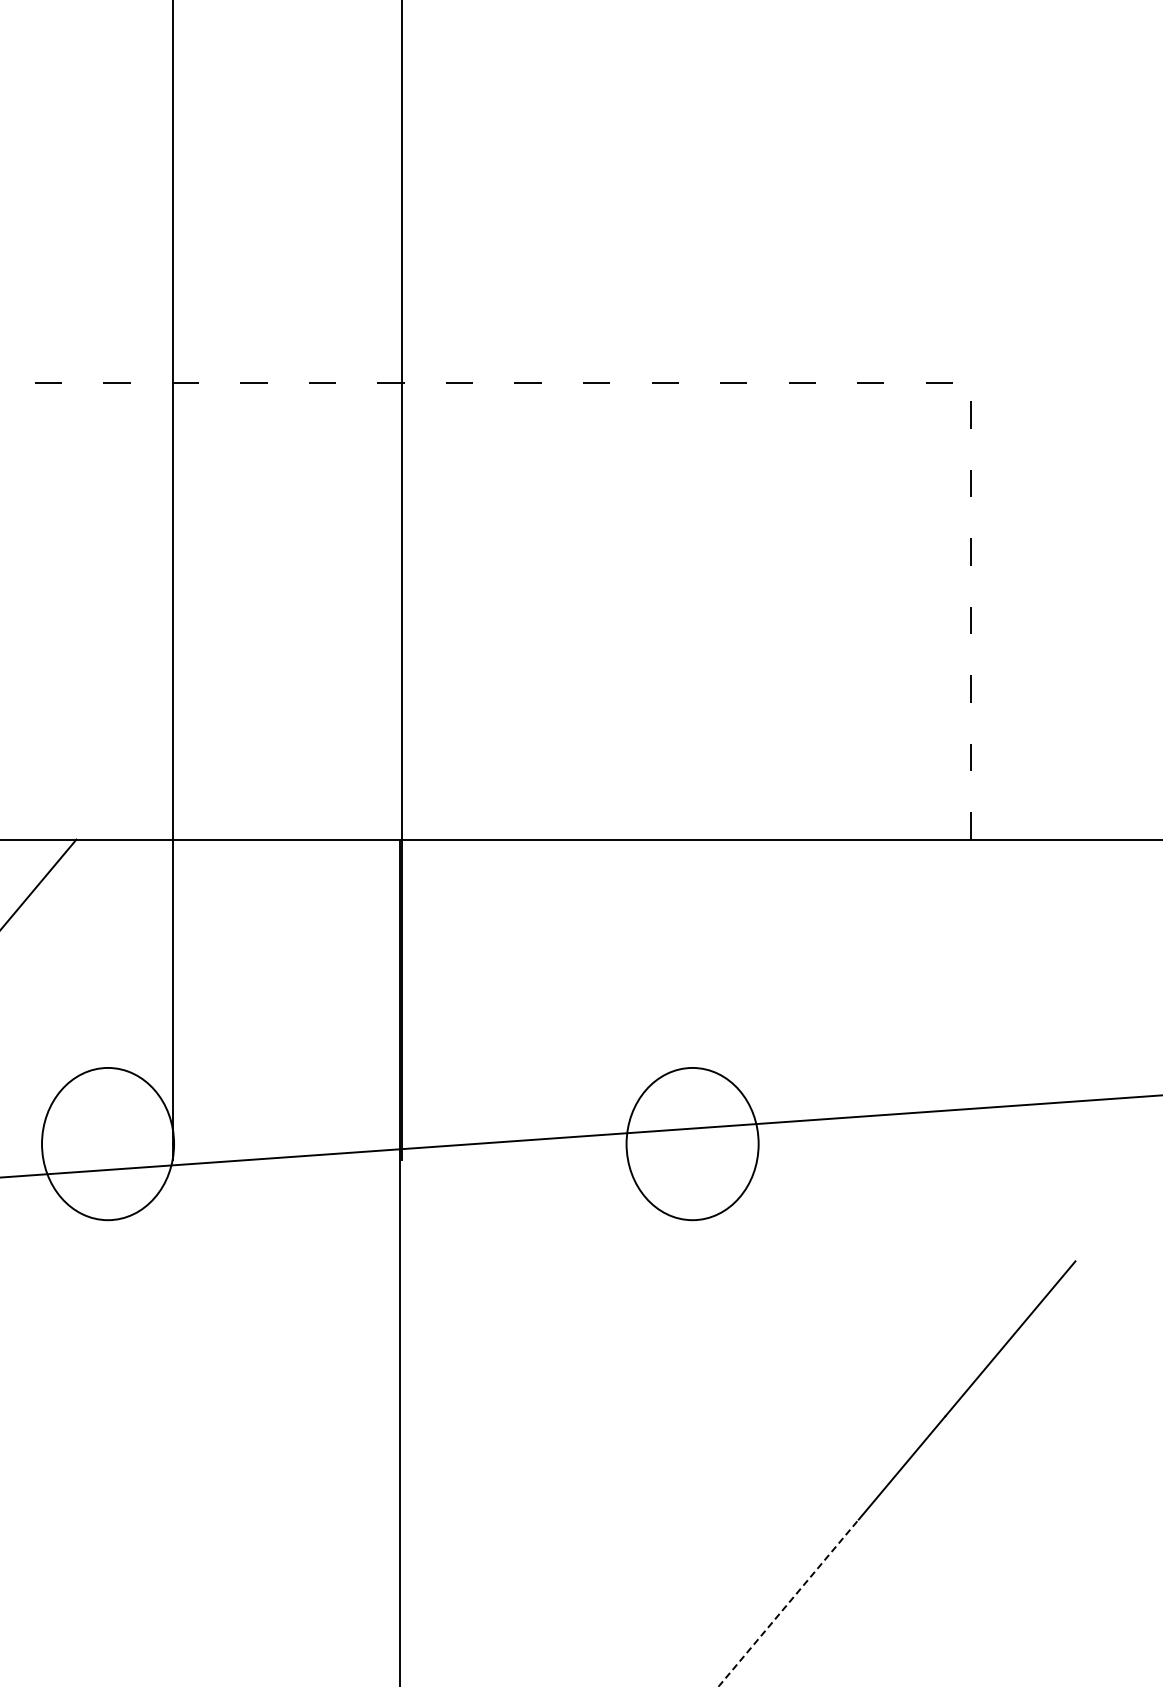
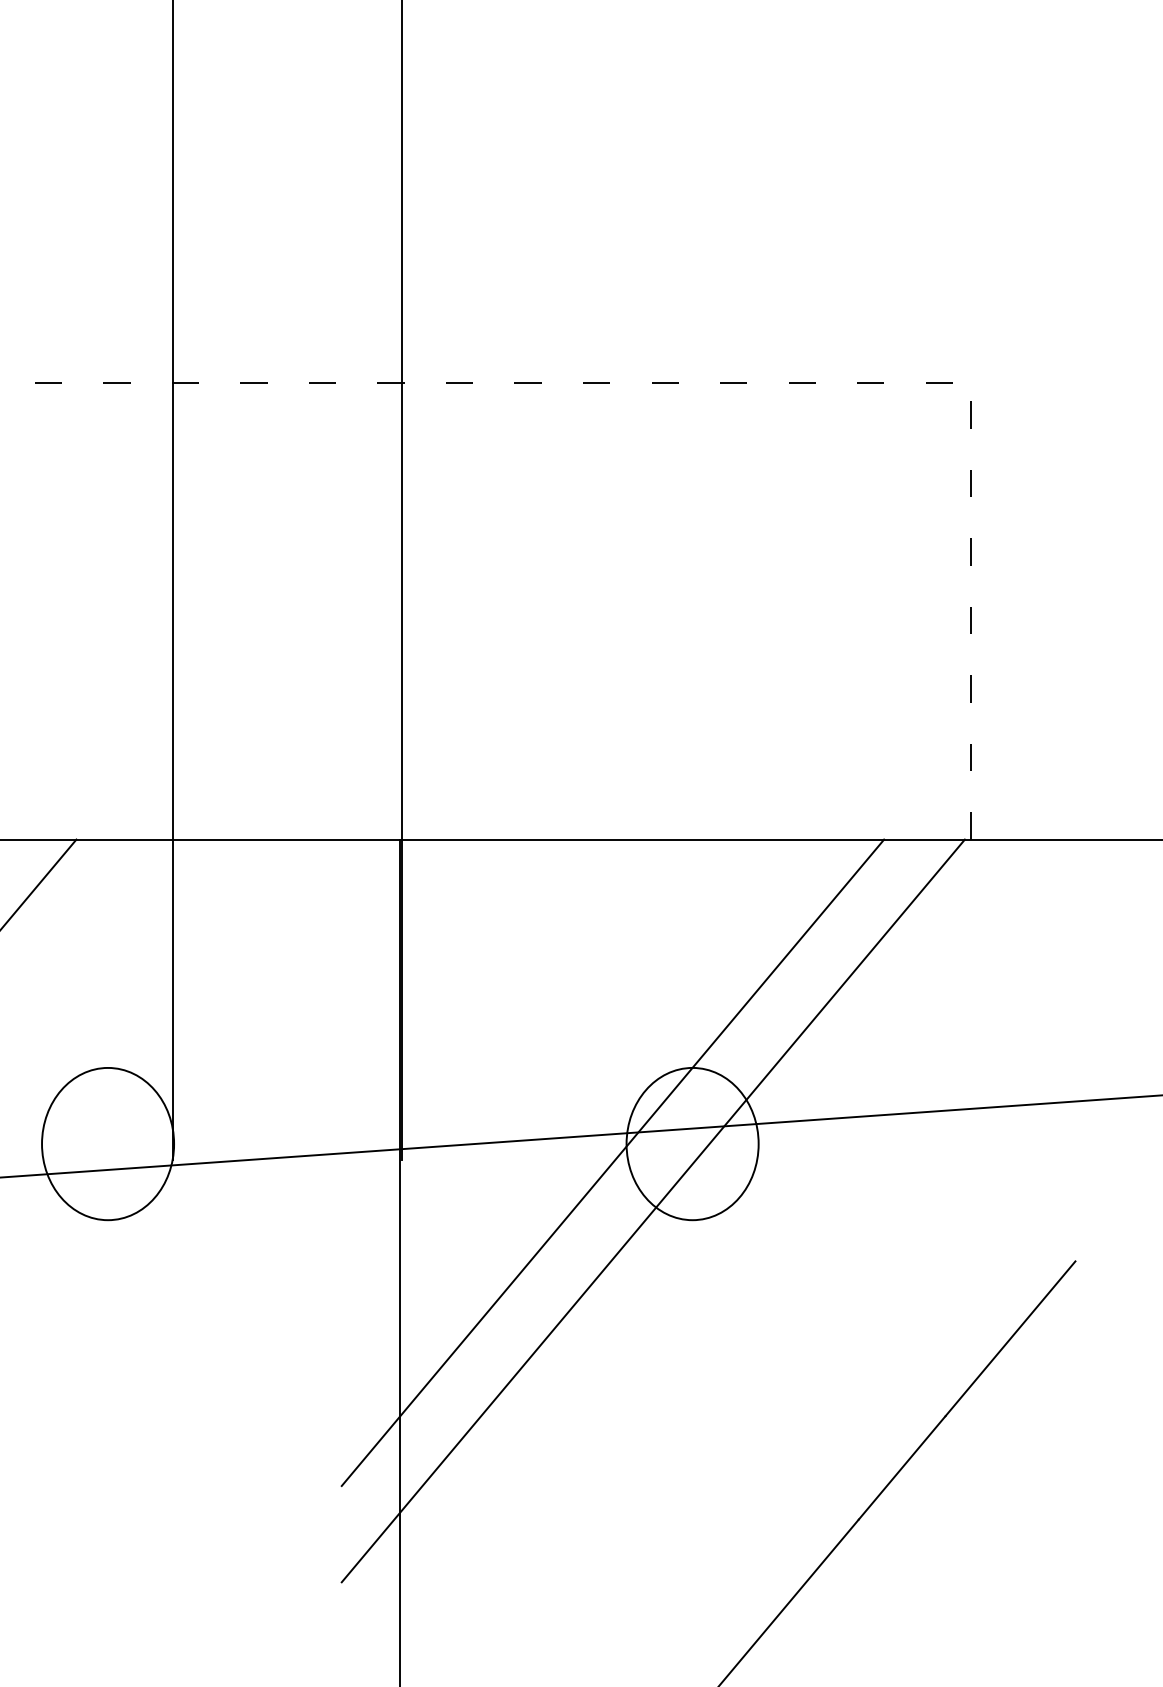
line at (612, 1162): none -> present
line at (652, 1210): none -> present
line at (788, 1602): dashed -> solid
